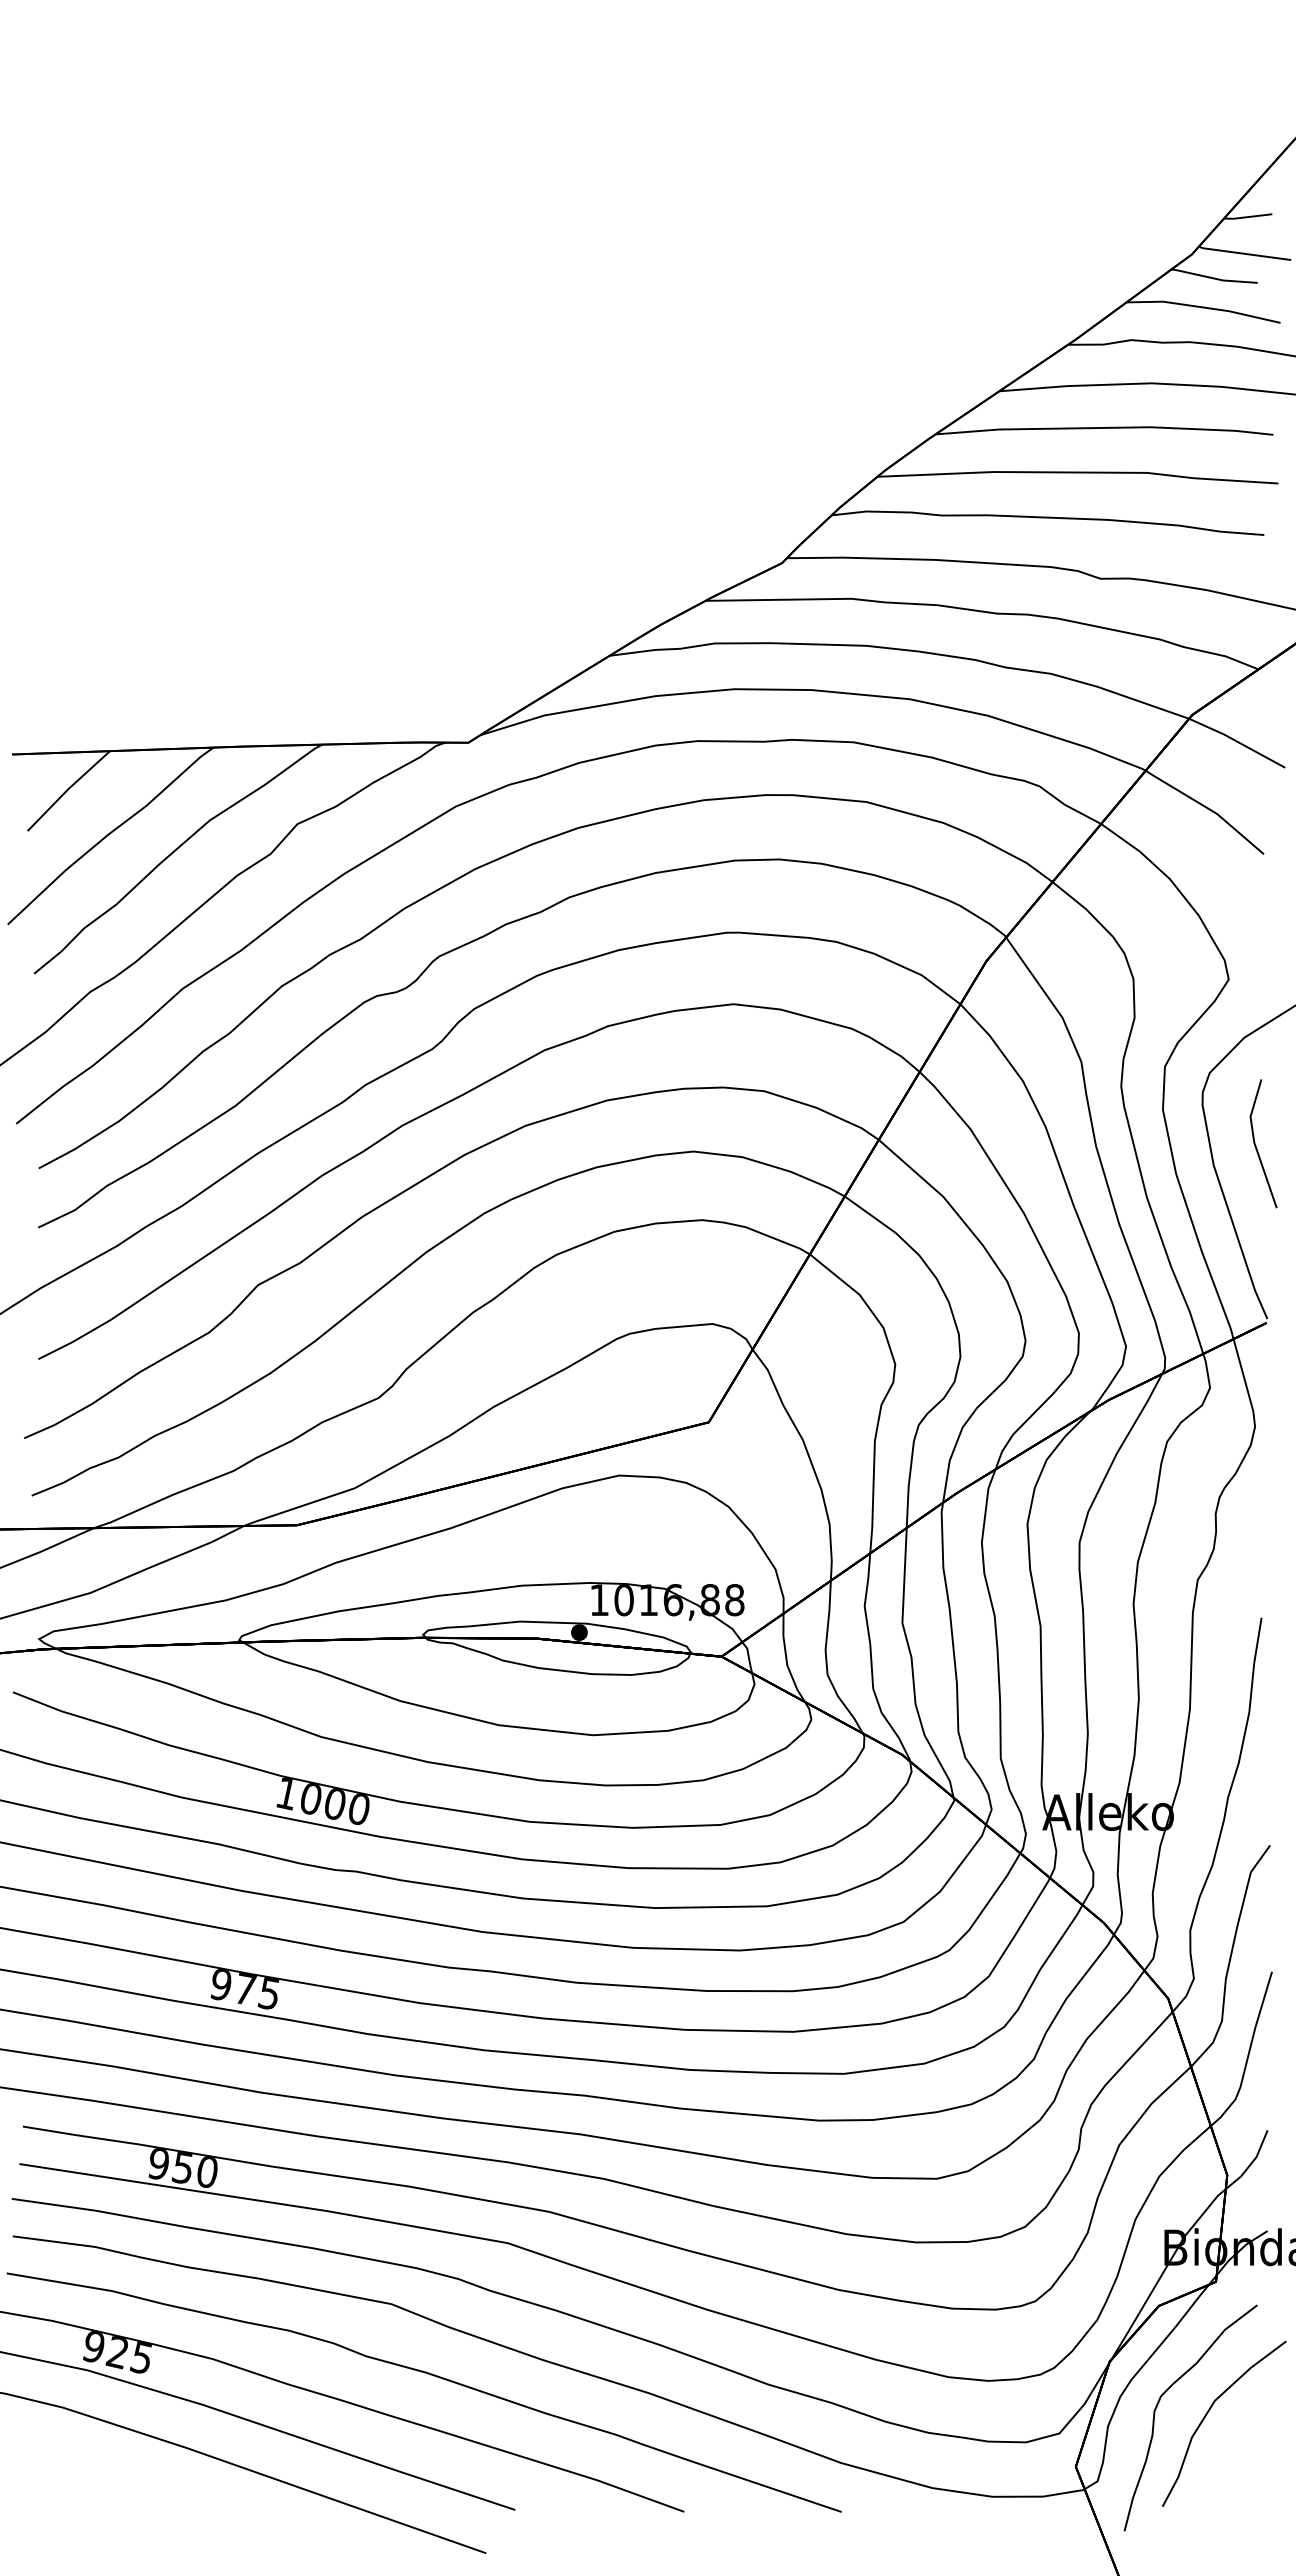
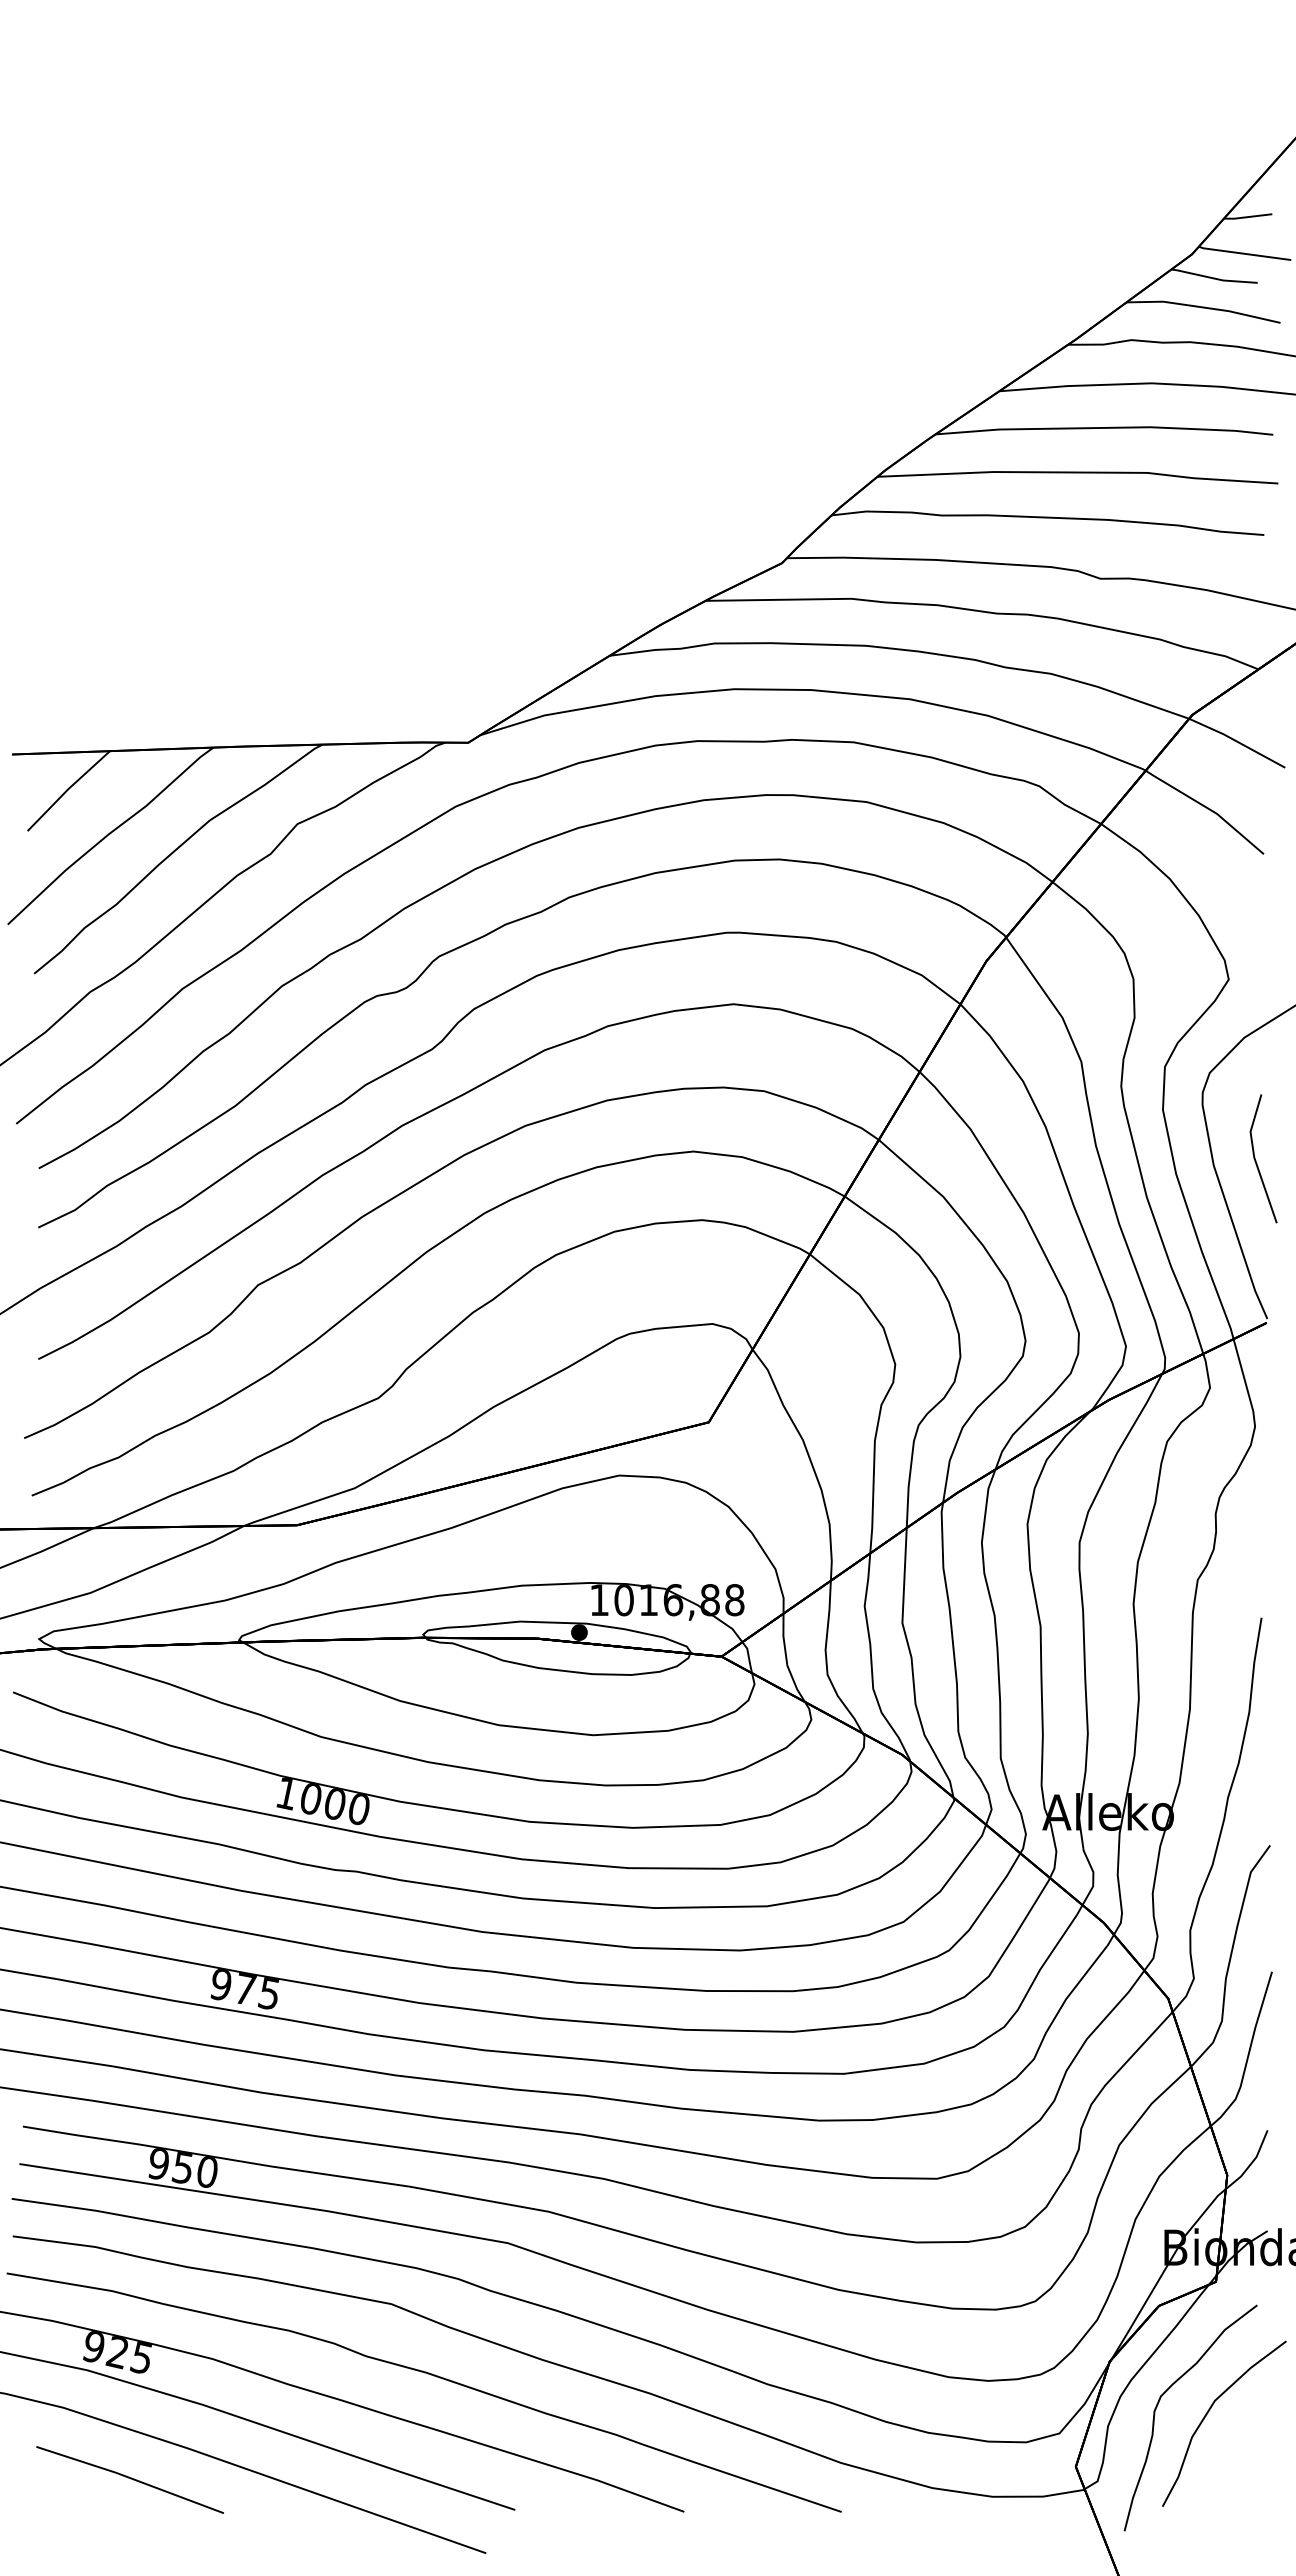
line at (1256, 1145) position: (1256, 1145) -> (1256, 1160)
line at (129, 2478): none -> present
